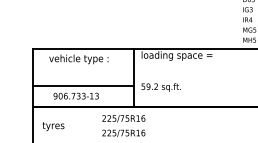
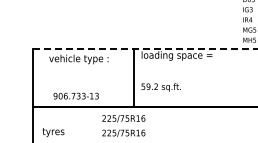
line at (145, 48): solid -> dashed
line at (83, 86): present -> none
text at (53, 126) position: (53, 126) -> (53, 132)
